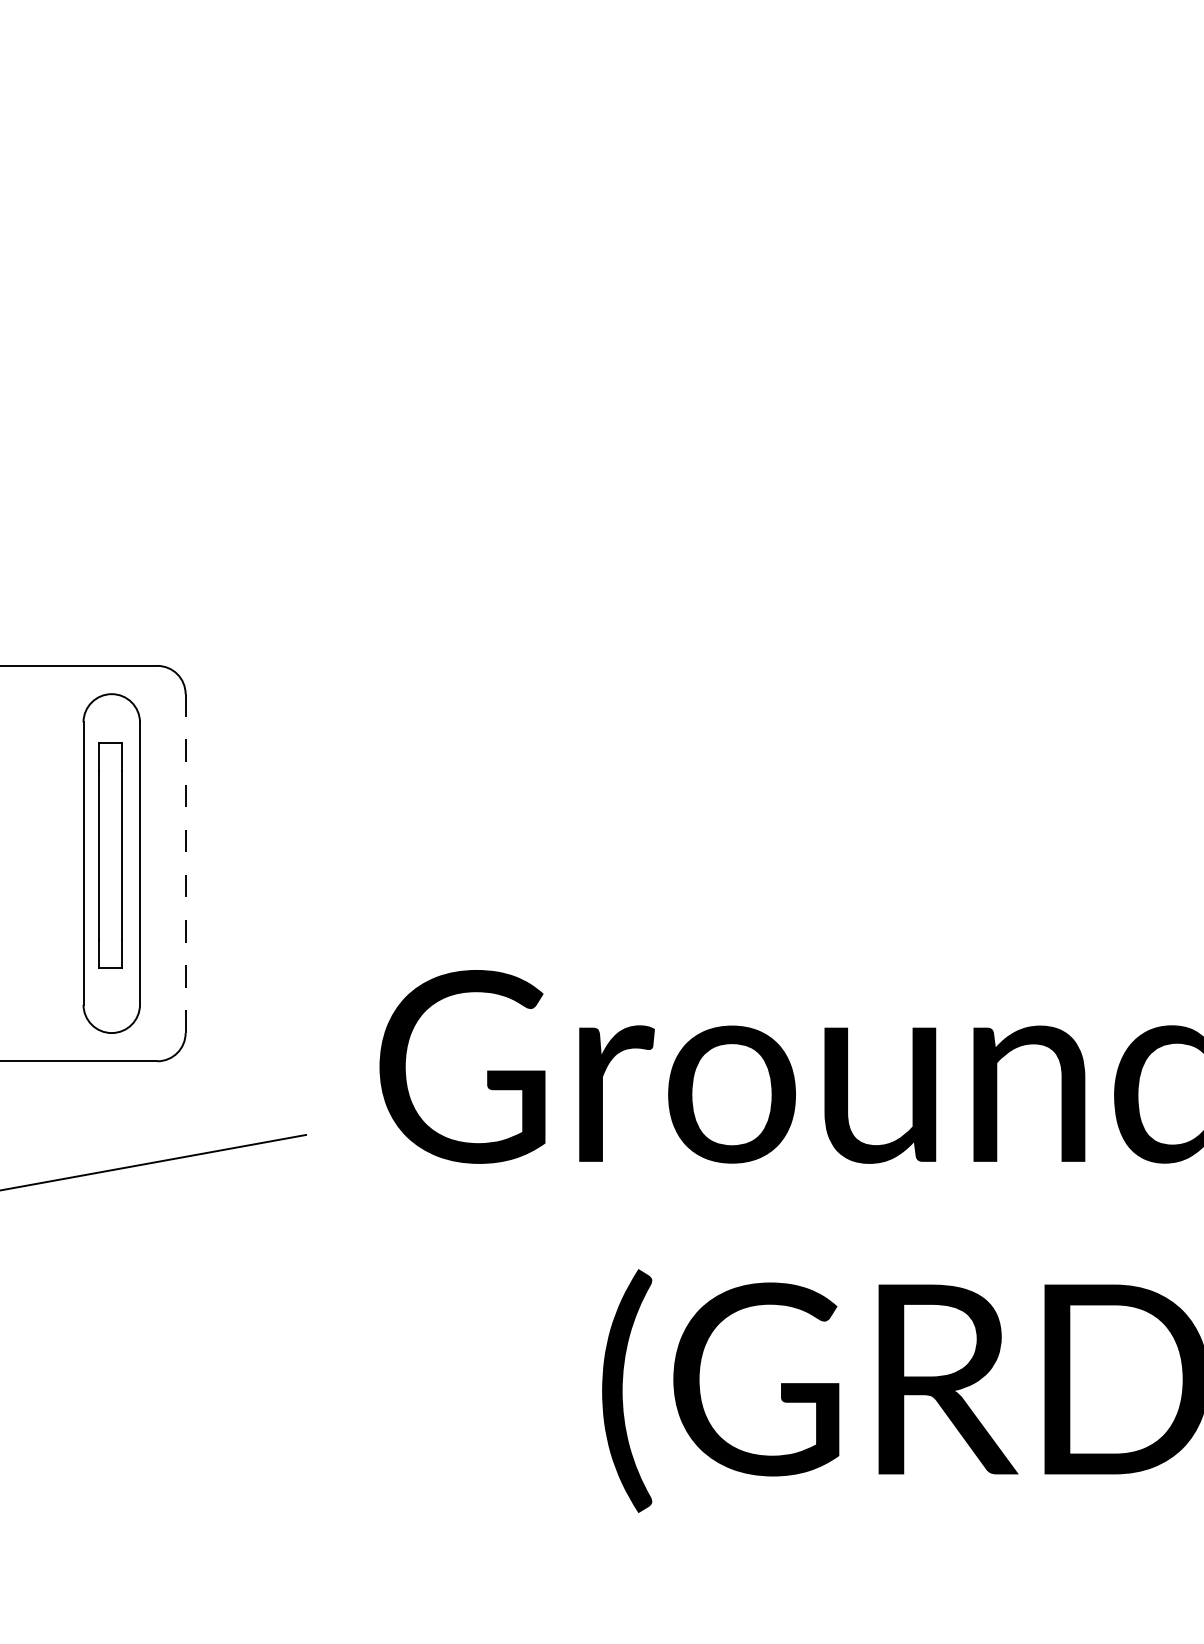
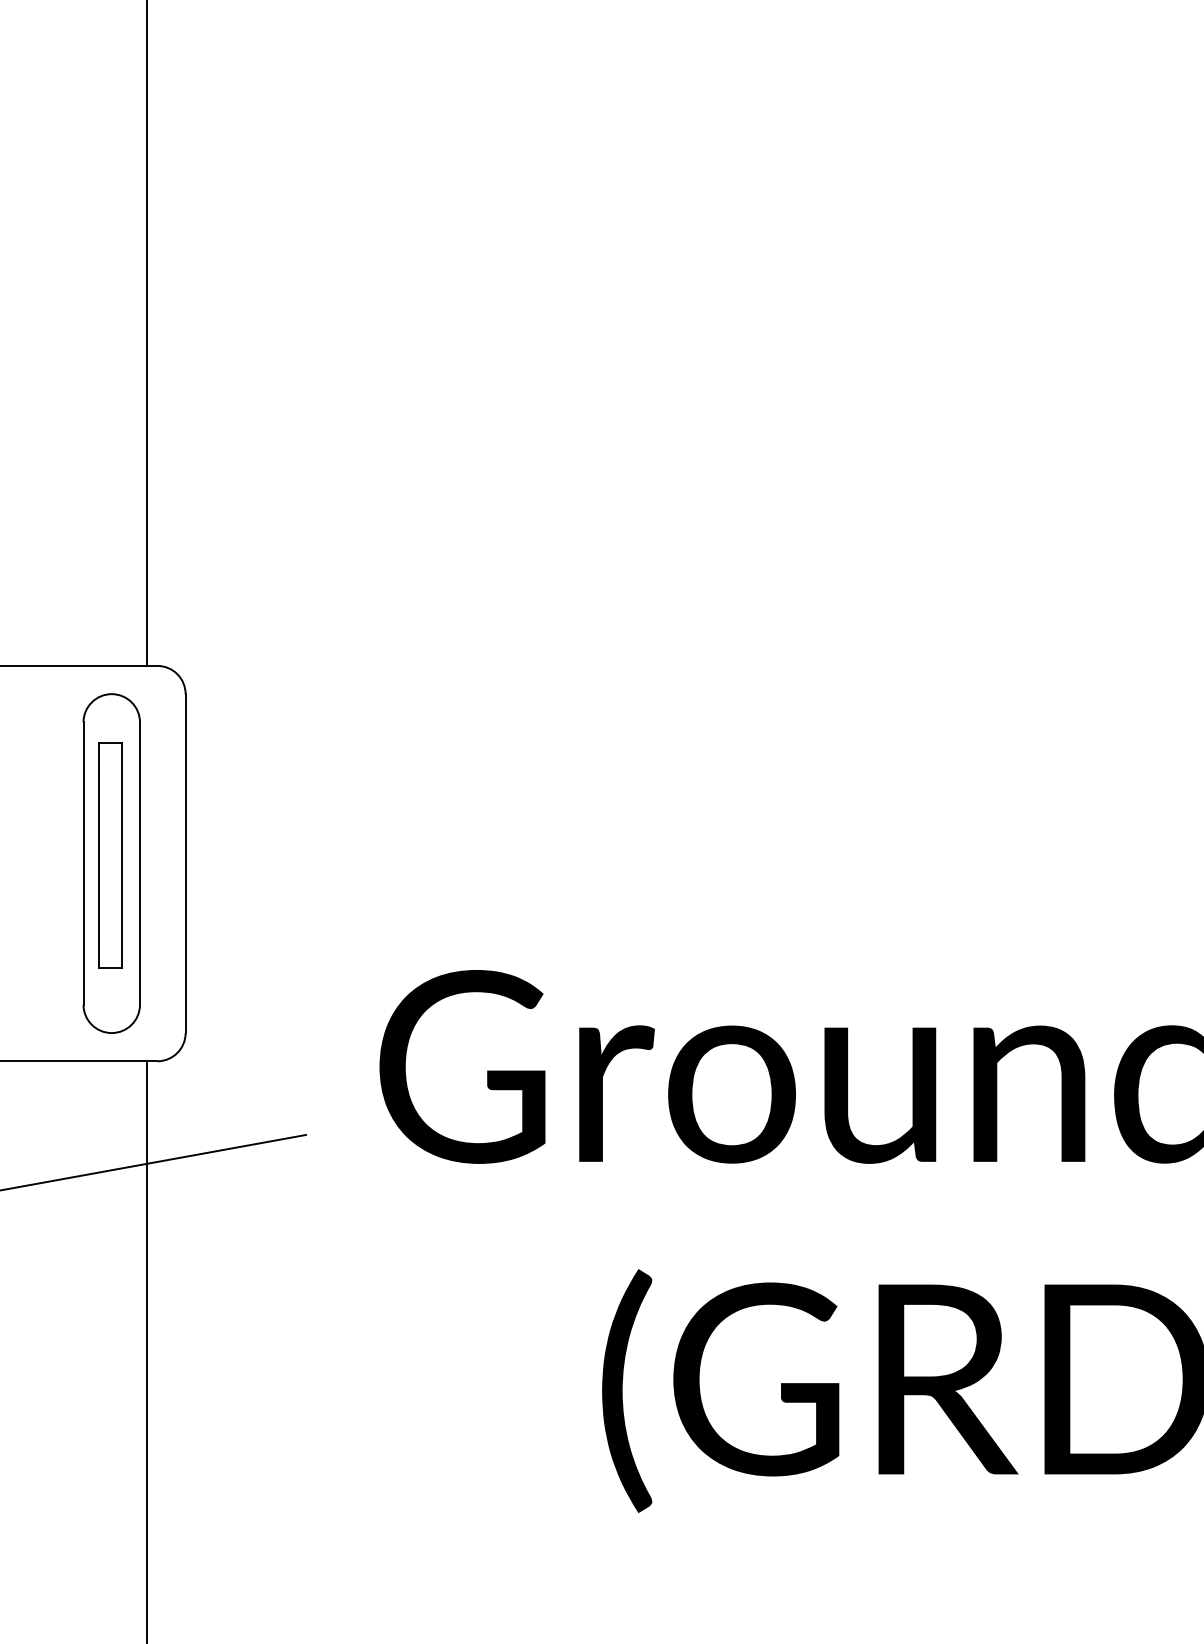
line at (147, 333): none -> present
line at (185, 864): dashed -> solid
line at (147, 1350): none -> present
